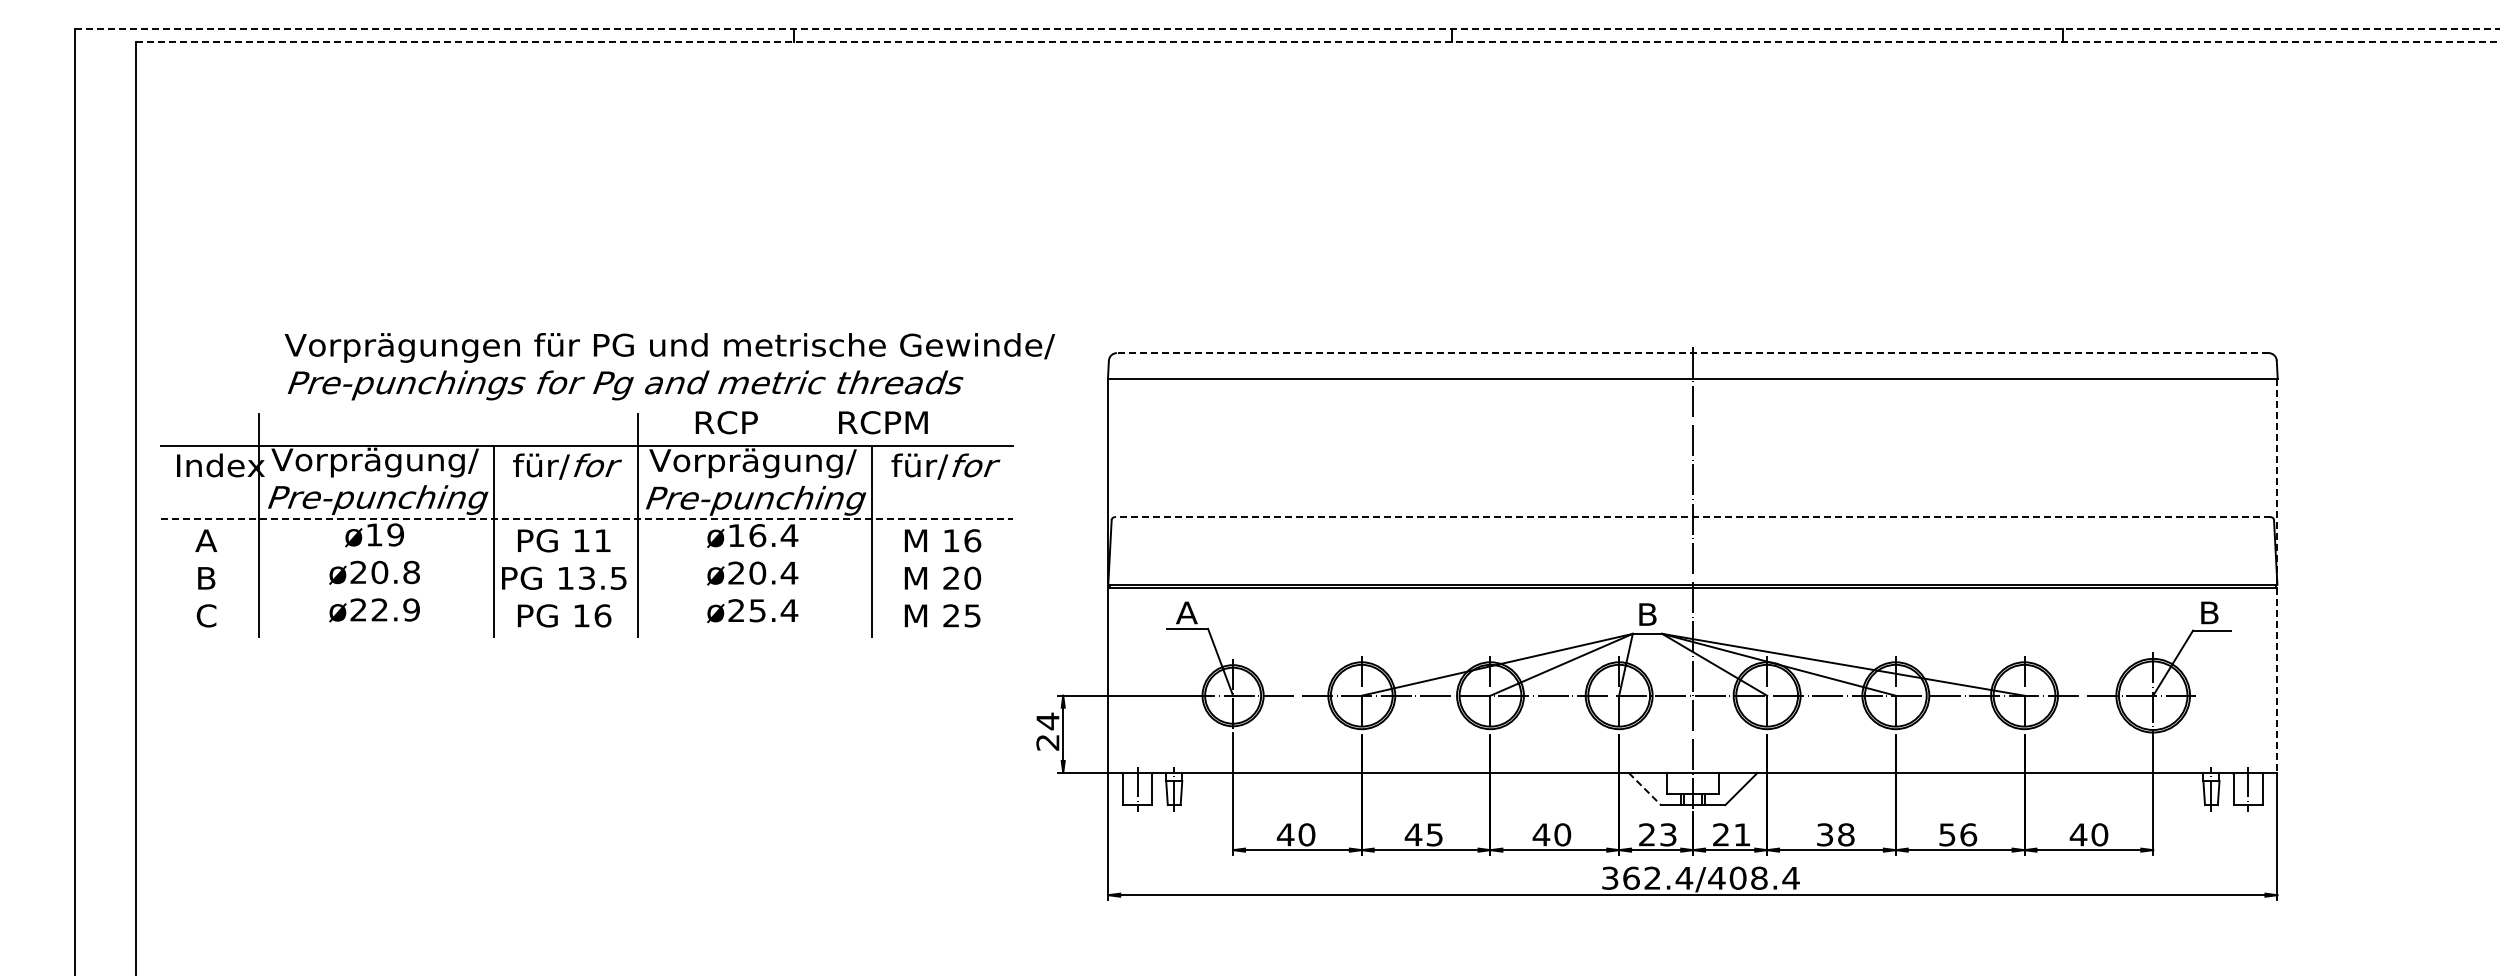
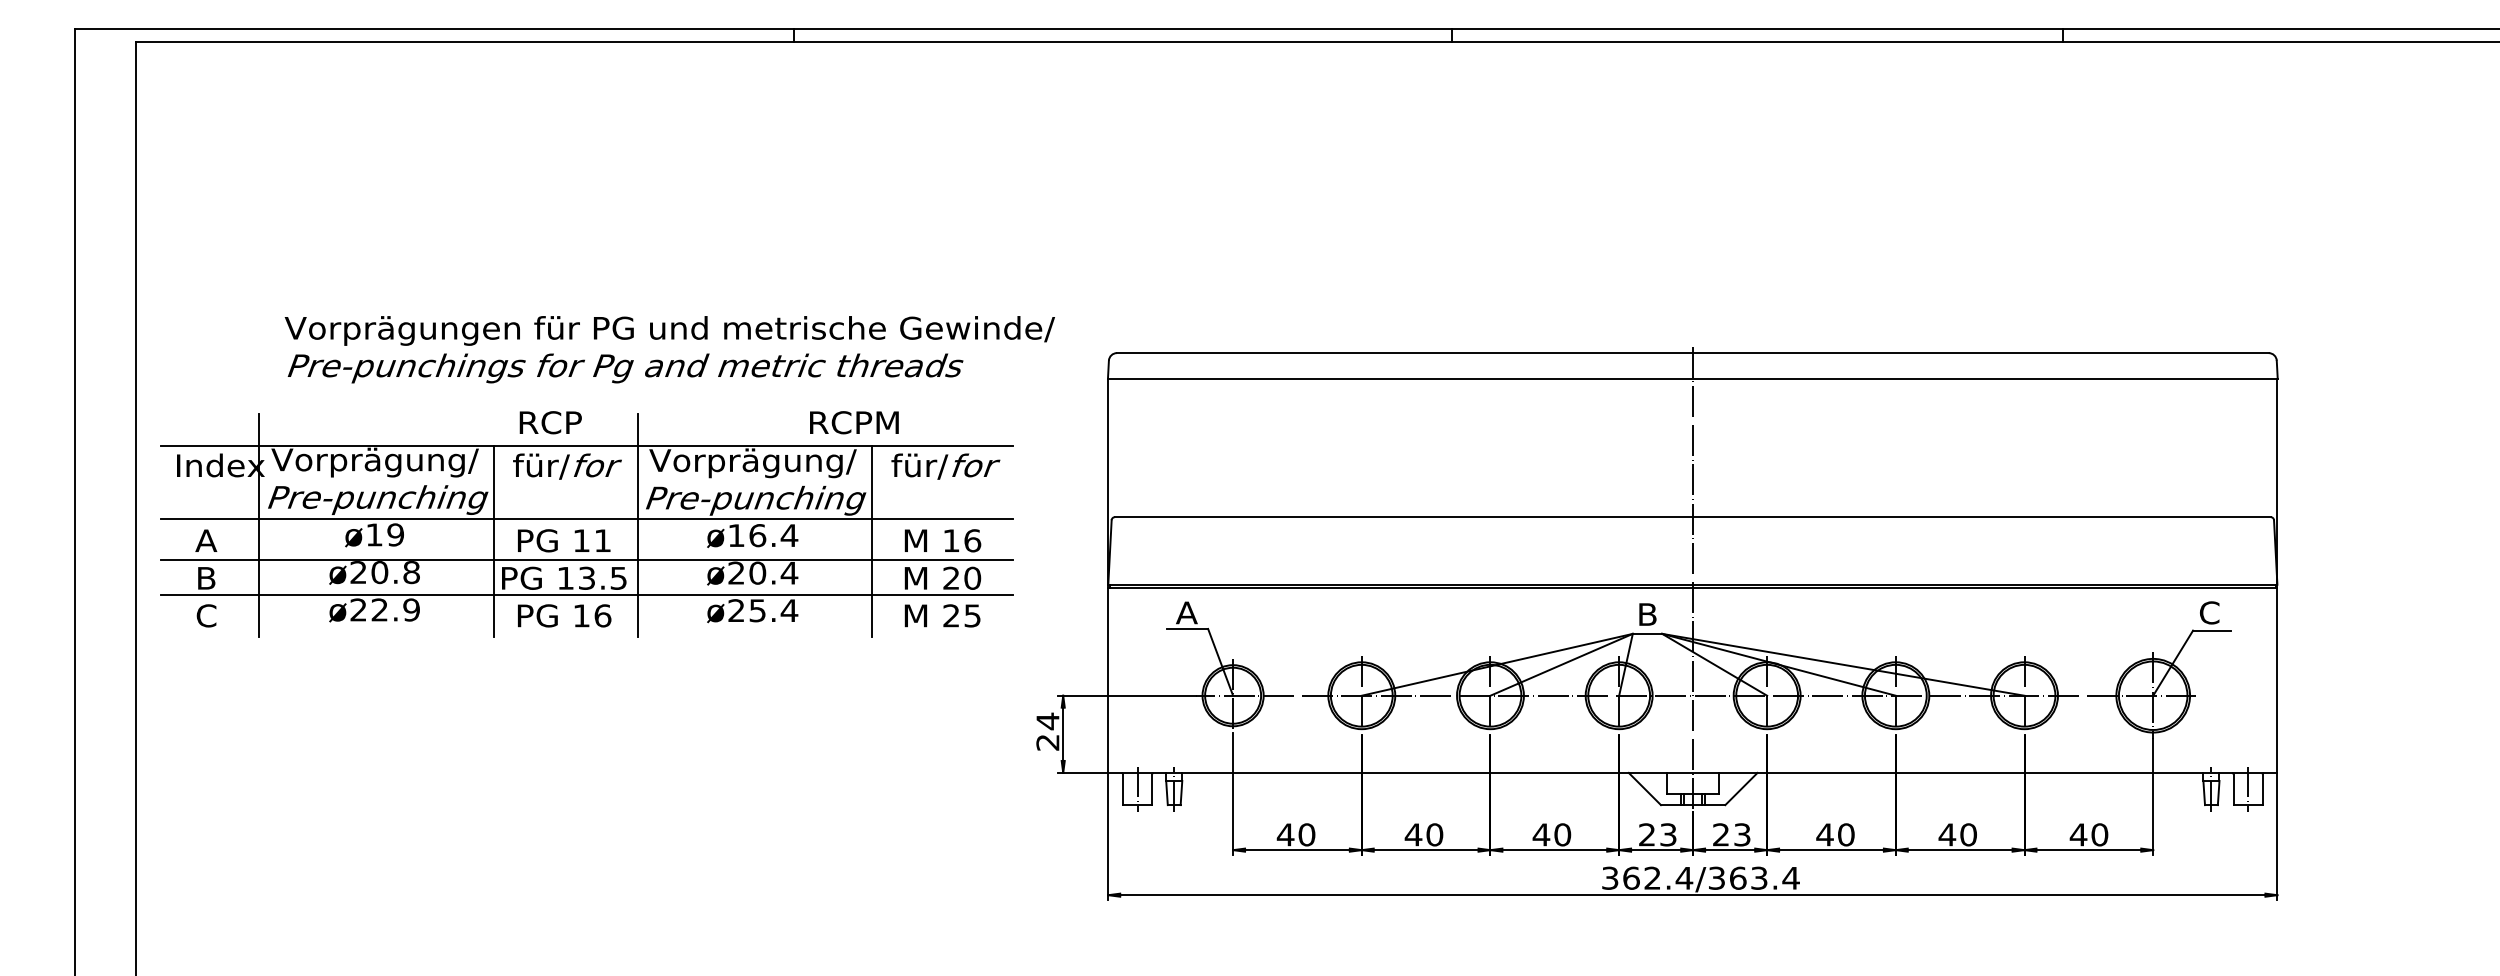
line at (1287, 29): dashed -> solid
line at (1318, 42): dashed -> solid
line at (1692, 353): dashed -> solid
text at (669, 366) position: (669, 366) -> (669, 349)
text at (726, 422) position: (726, 422) -> (550, 422)
text at (883, 422) position: (883, 422) -> (854, 422)
line at (1692, 517): dashed -> solid
line at (587, 519): dashed -> solid
line at (586, 559): none -> present
line at (2277, 576): dashed -> solid
line at (586, 594): none -> present
text at (2209, 612): B -> C
line at (1644, 789): dashed -> solid
text at (1434, 834): 45 -> 40
text at (1742, 834): 21 -> 23
text at (1835, 834): 38 -> 40
text at (1957, 834): 56 -> 40
text at (1737, 877): 362.4/408.4 -> 362.4/363.4
